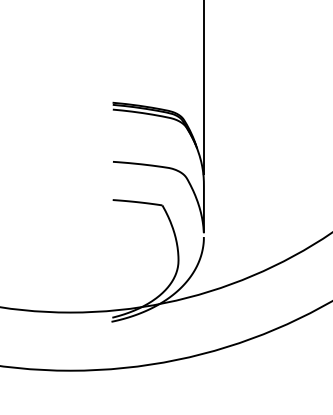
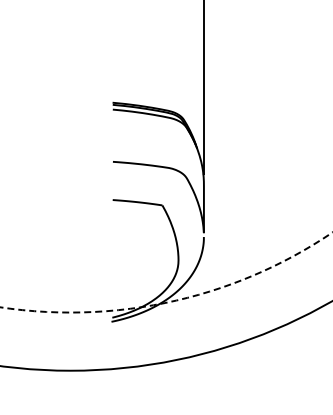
circle at (166, 272): solid -> dashed
